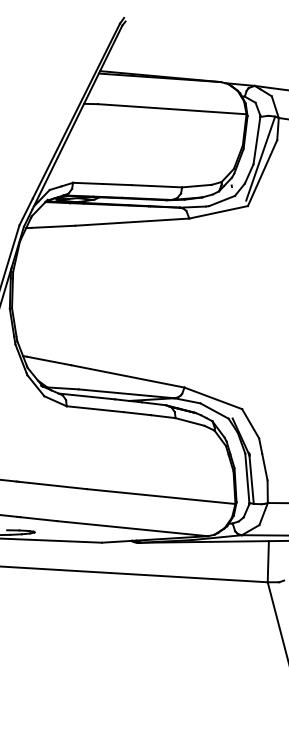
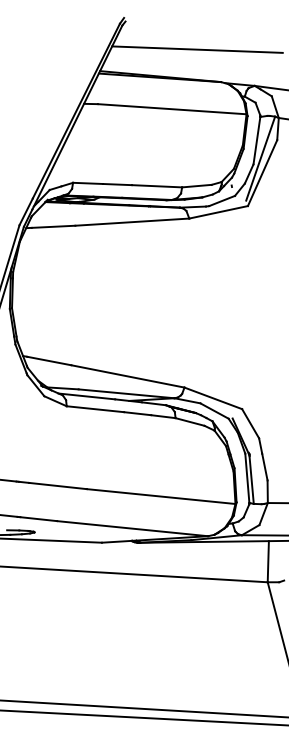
line at (197, 49): none -> present
line at (143, 708): none -> present
line at (143, 717): none -> present
